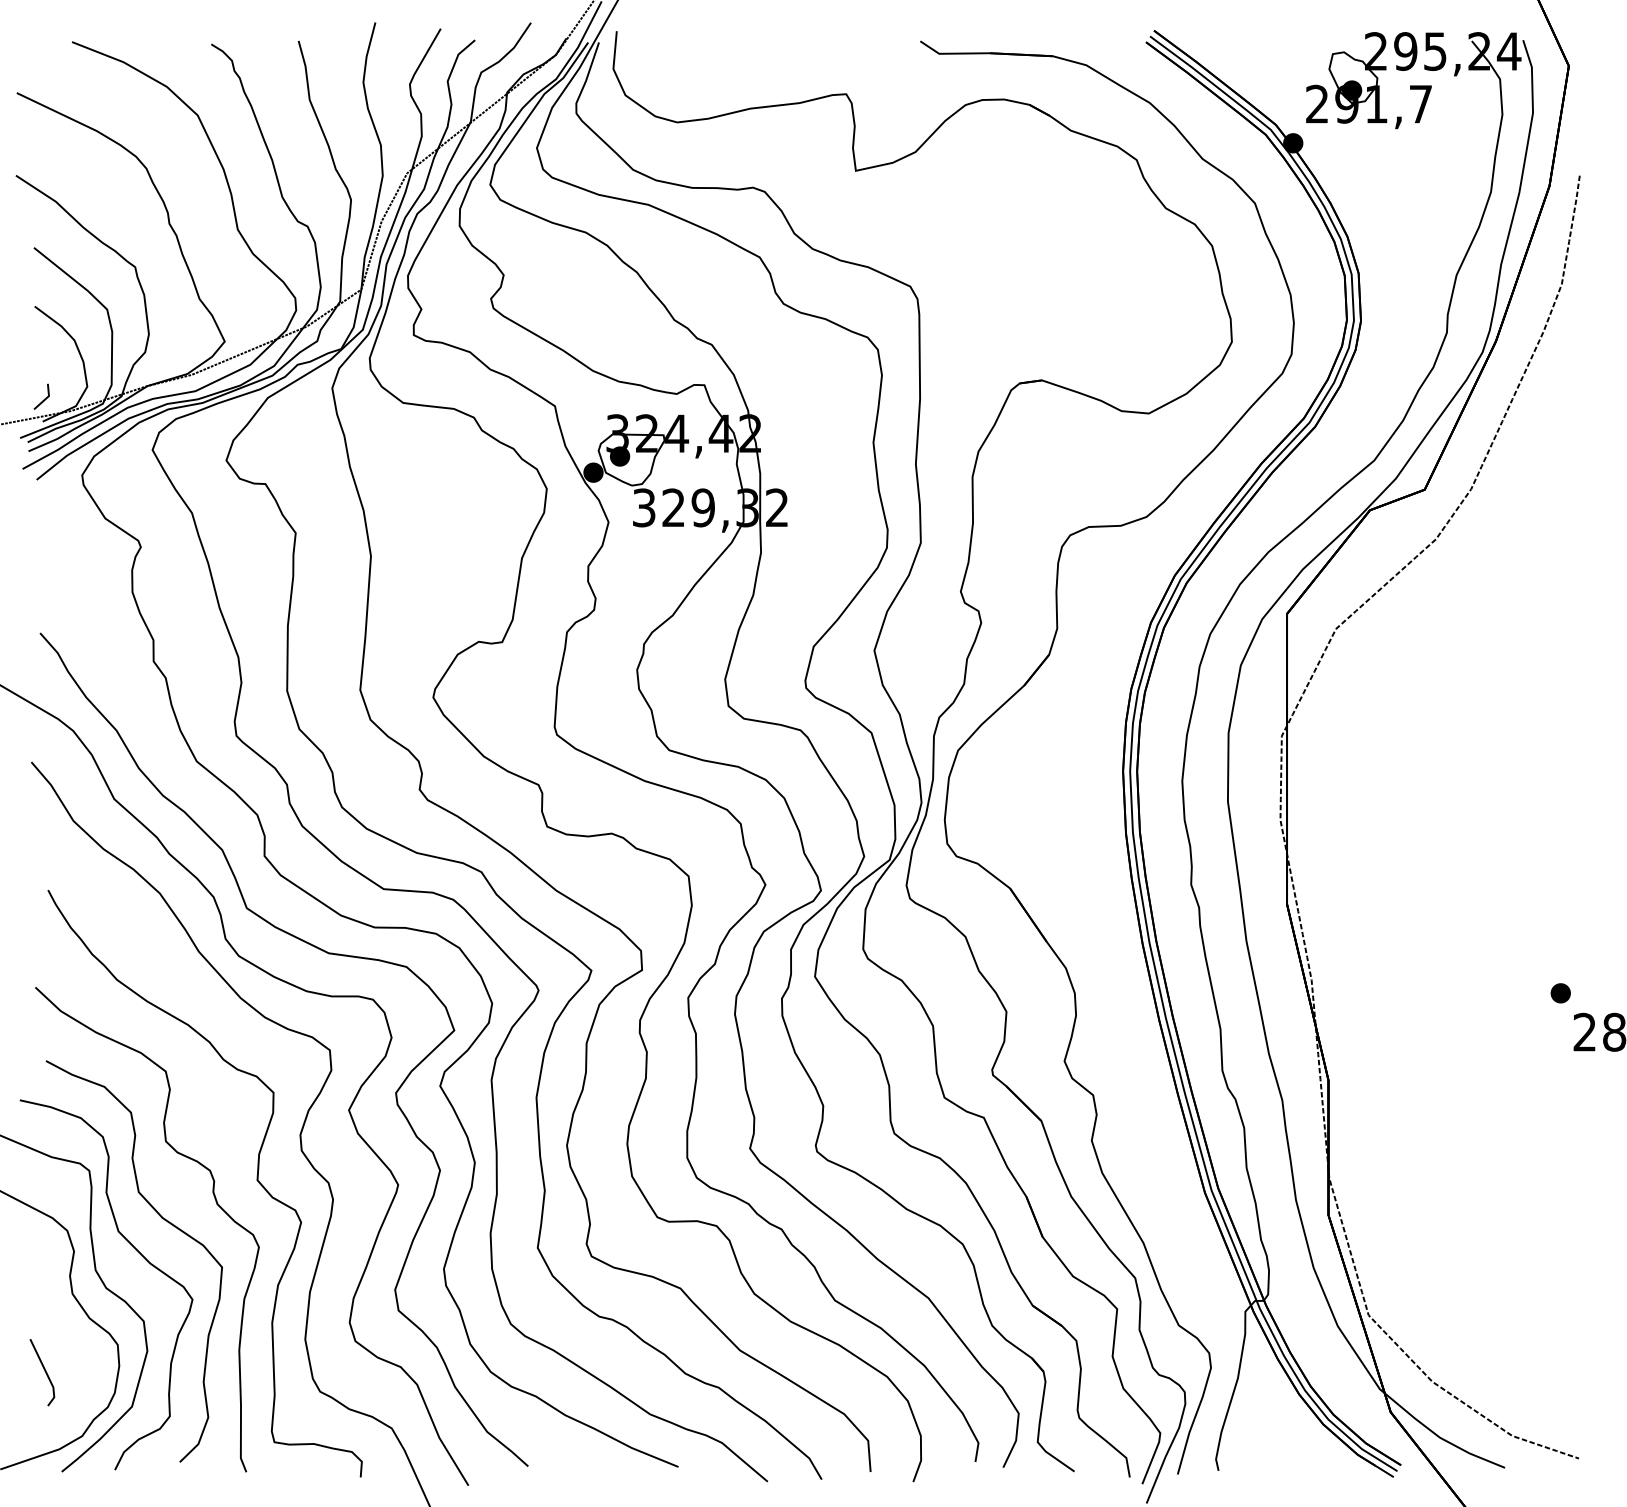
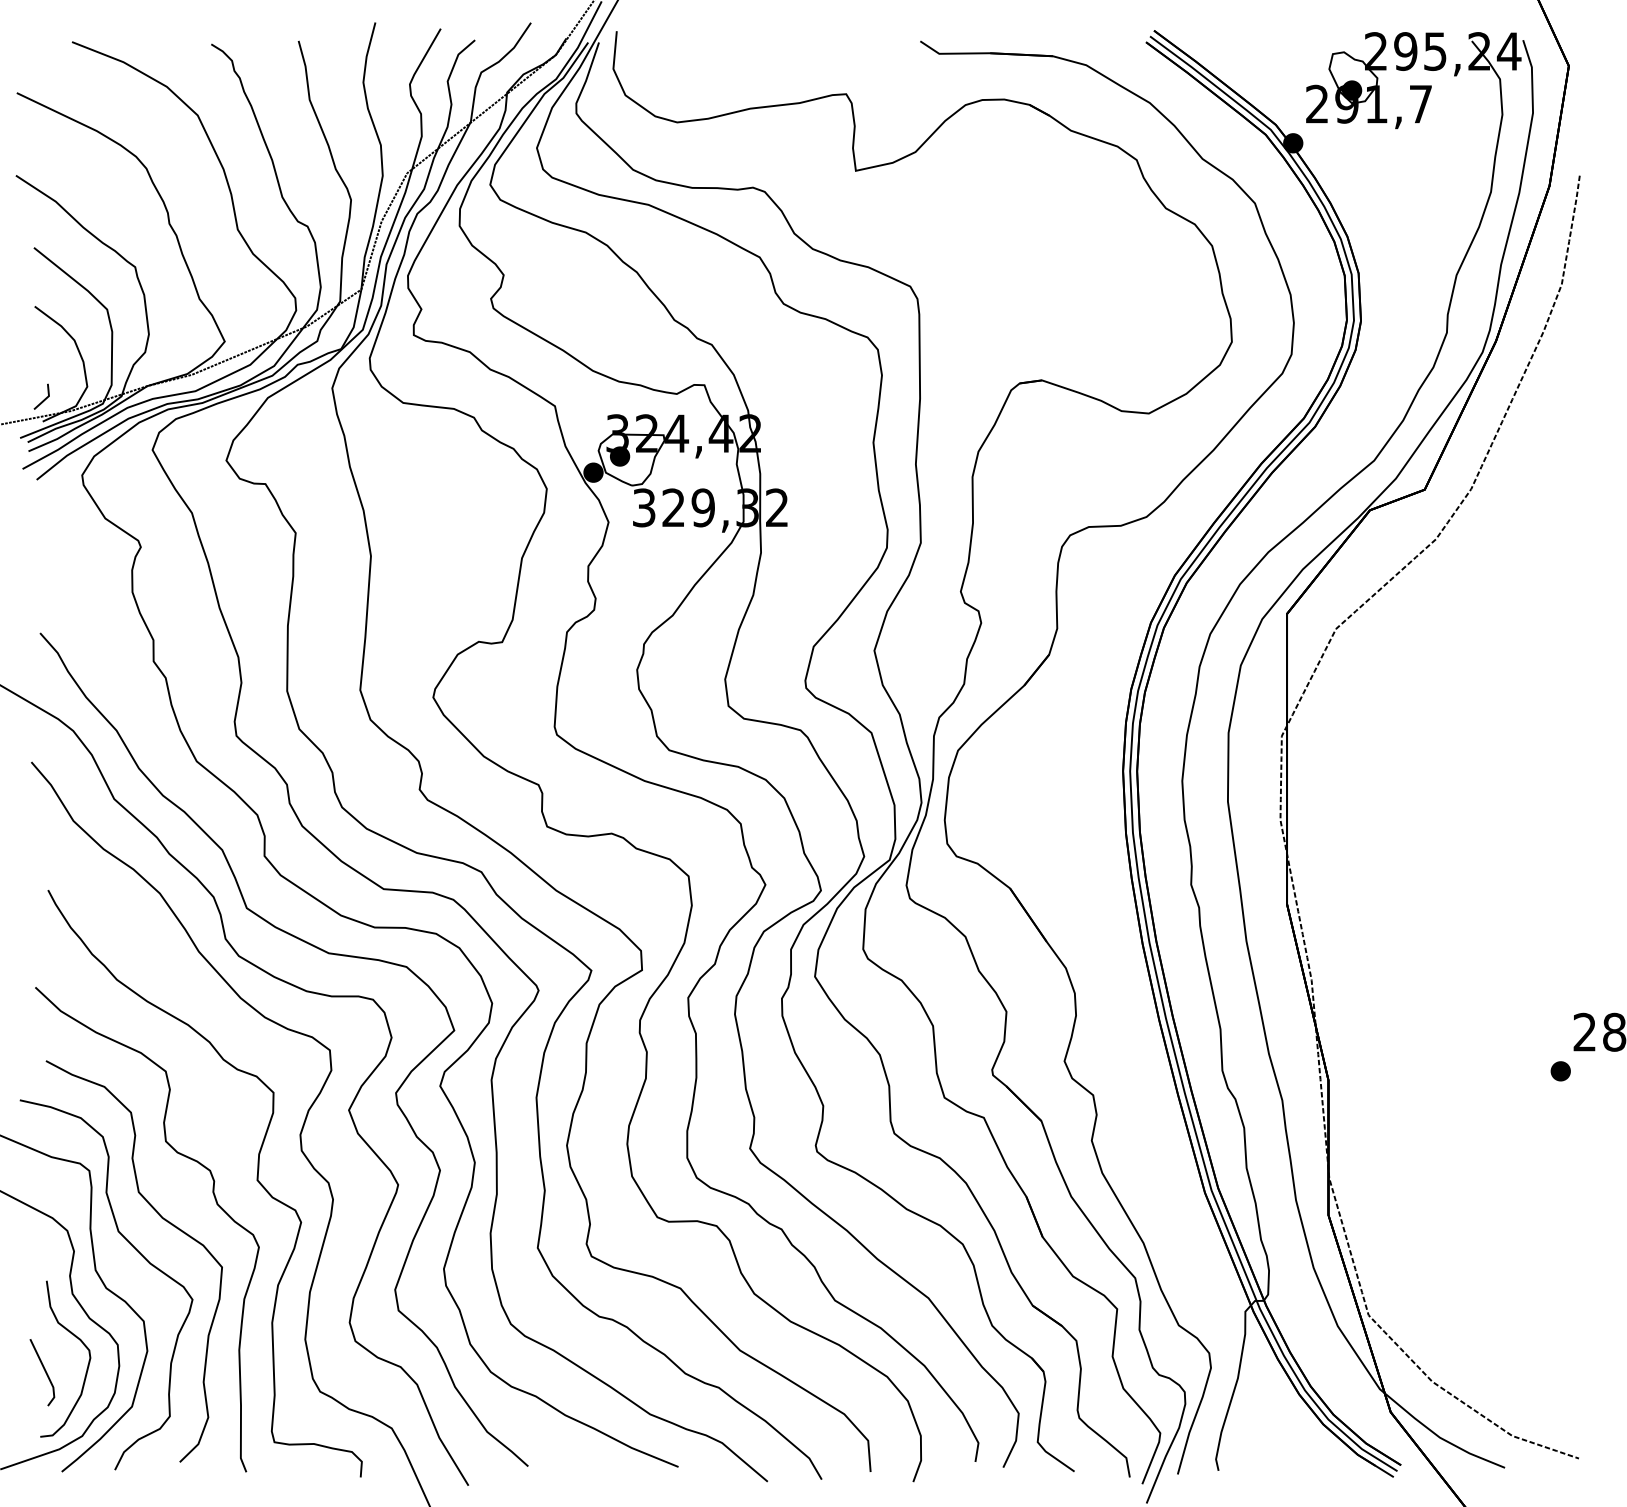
part at (1560, 993) position: (1560, 993) -> (1560, 1071)
part at (83, 1345): none -> present
